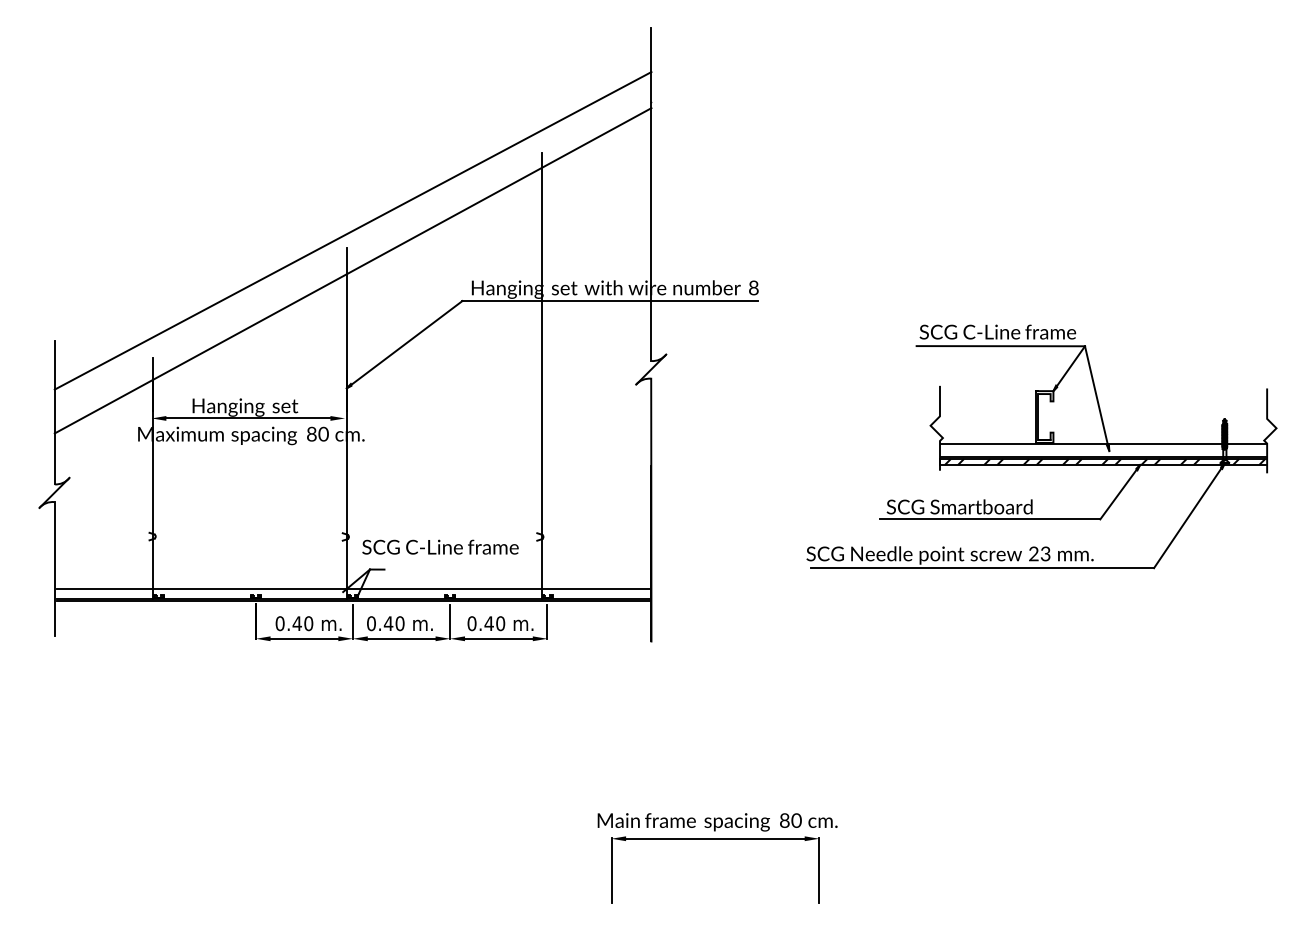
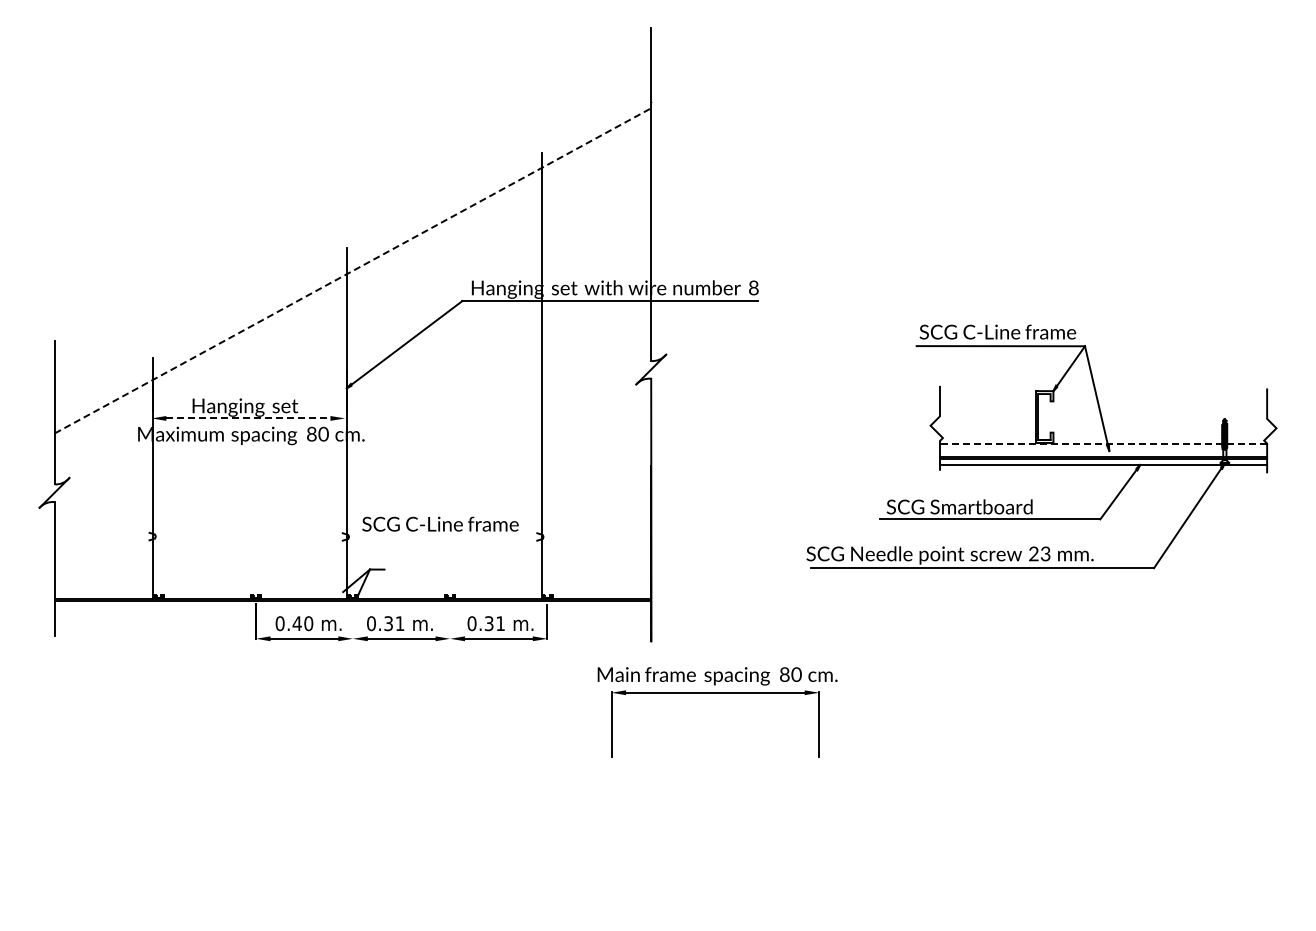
line at (352, 230): present -> none
line at (353, 270): solid -> dashed
line at (248, 418): solid -> dashed
line at (1103, 444): solid -> dashed
hatch at (1105, 461): present -> none
text at (440, 546) position: (440, 546) -> (440, 523)
line at (353, 589): present -> none
line at (352, 621): present -> none
line at (450, 621): present -> none
text at (393, 623): 0.40 -> 0.31
text at (494, 623): 0.40 -> 0.31
part at (717, 839) position: (717, 839) -> (717, 693)
